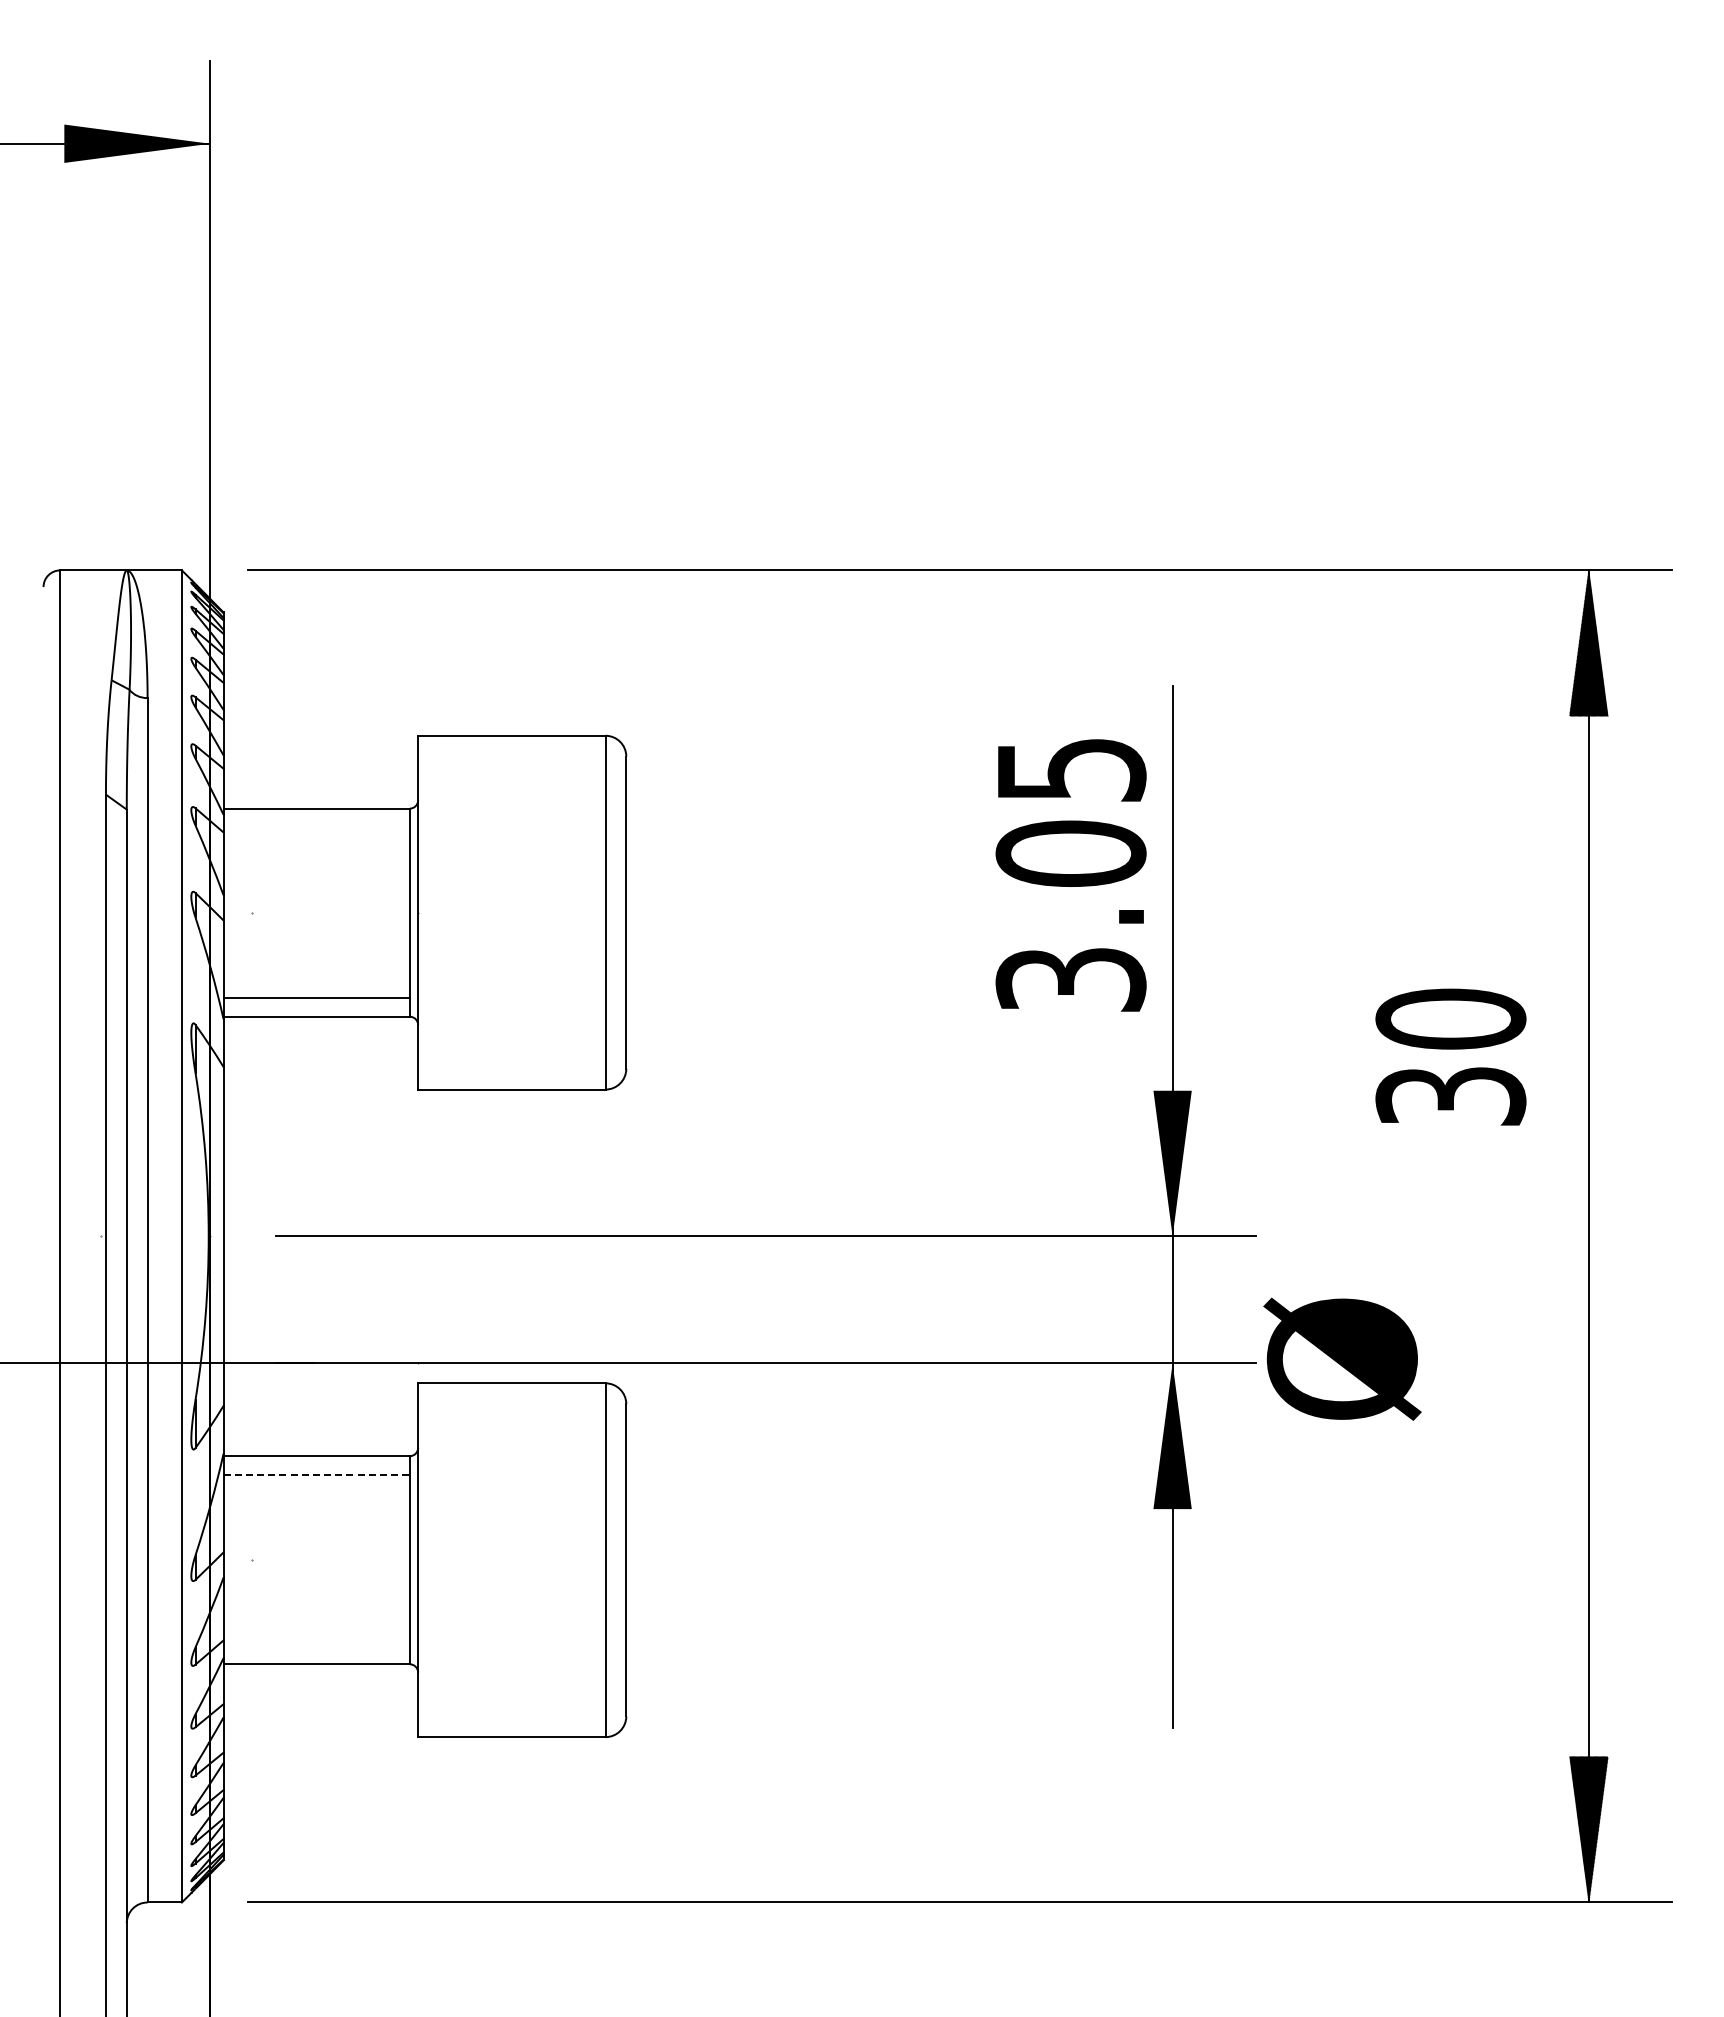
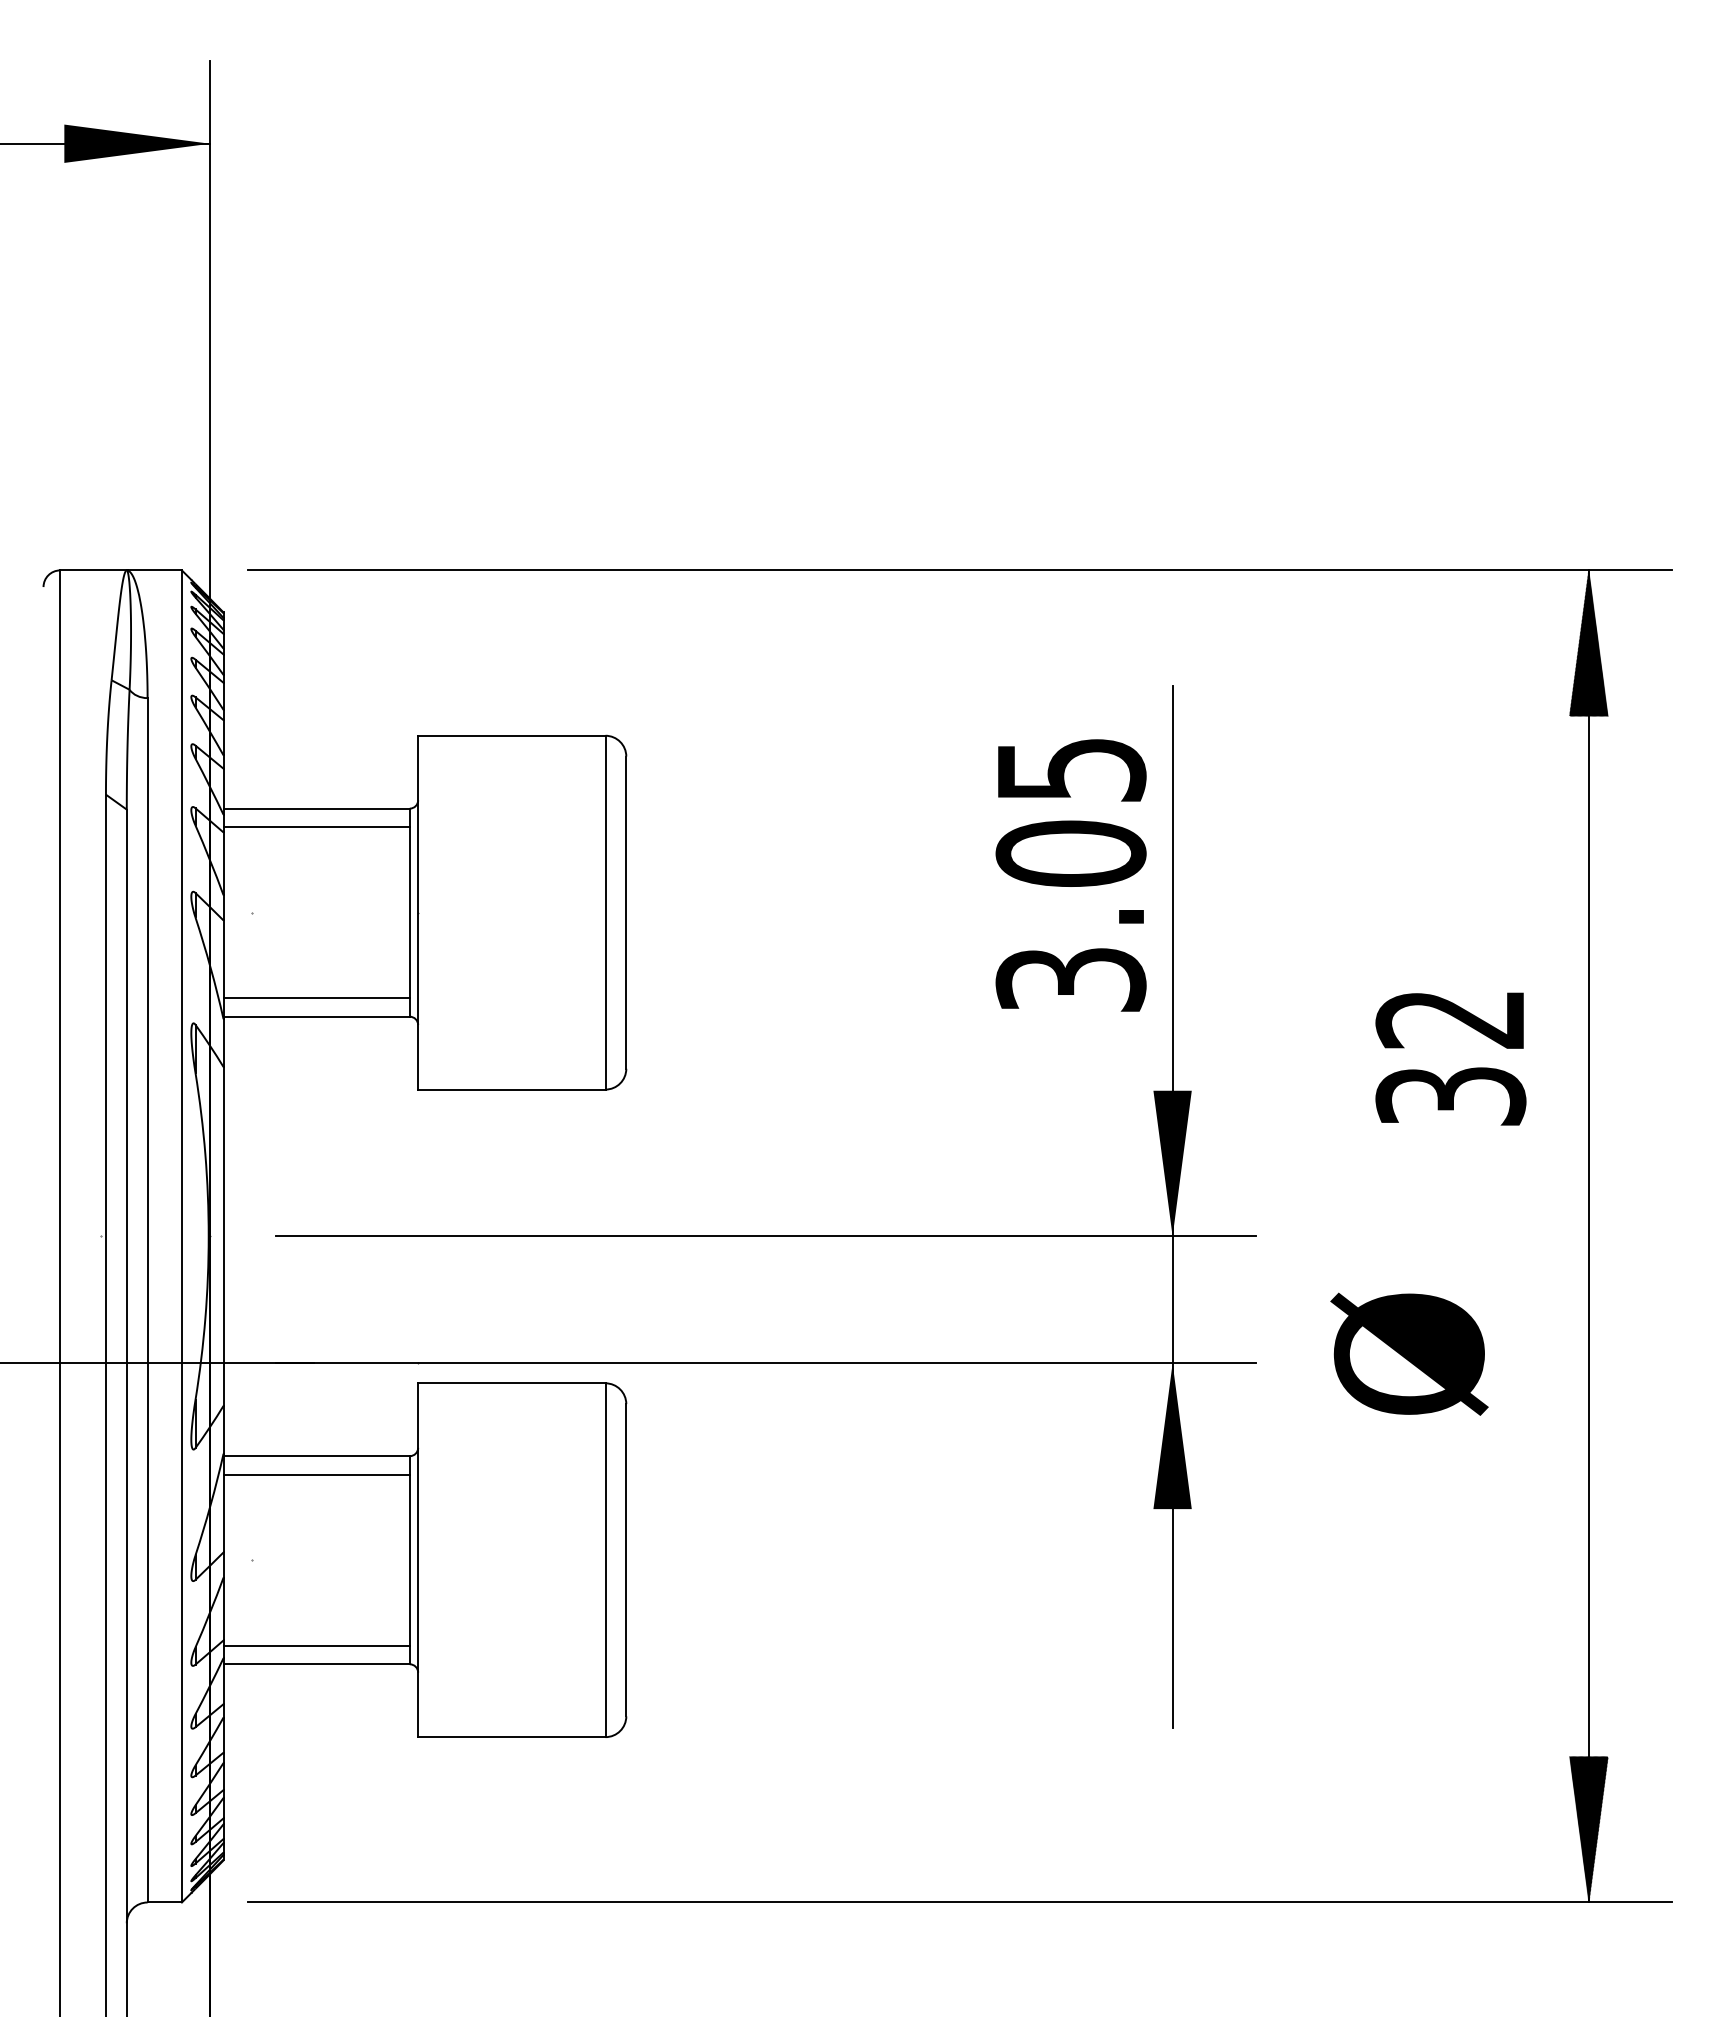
line at (316, 827): none -> present
text at (1450, 1018): 30 -> 32
text at (1342, 1358) position: (1342, 1358) -> (1409, 1353)
line at (317, 1474): dashed -> solid
line at (316, 1645): none -> present
